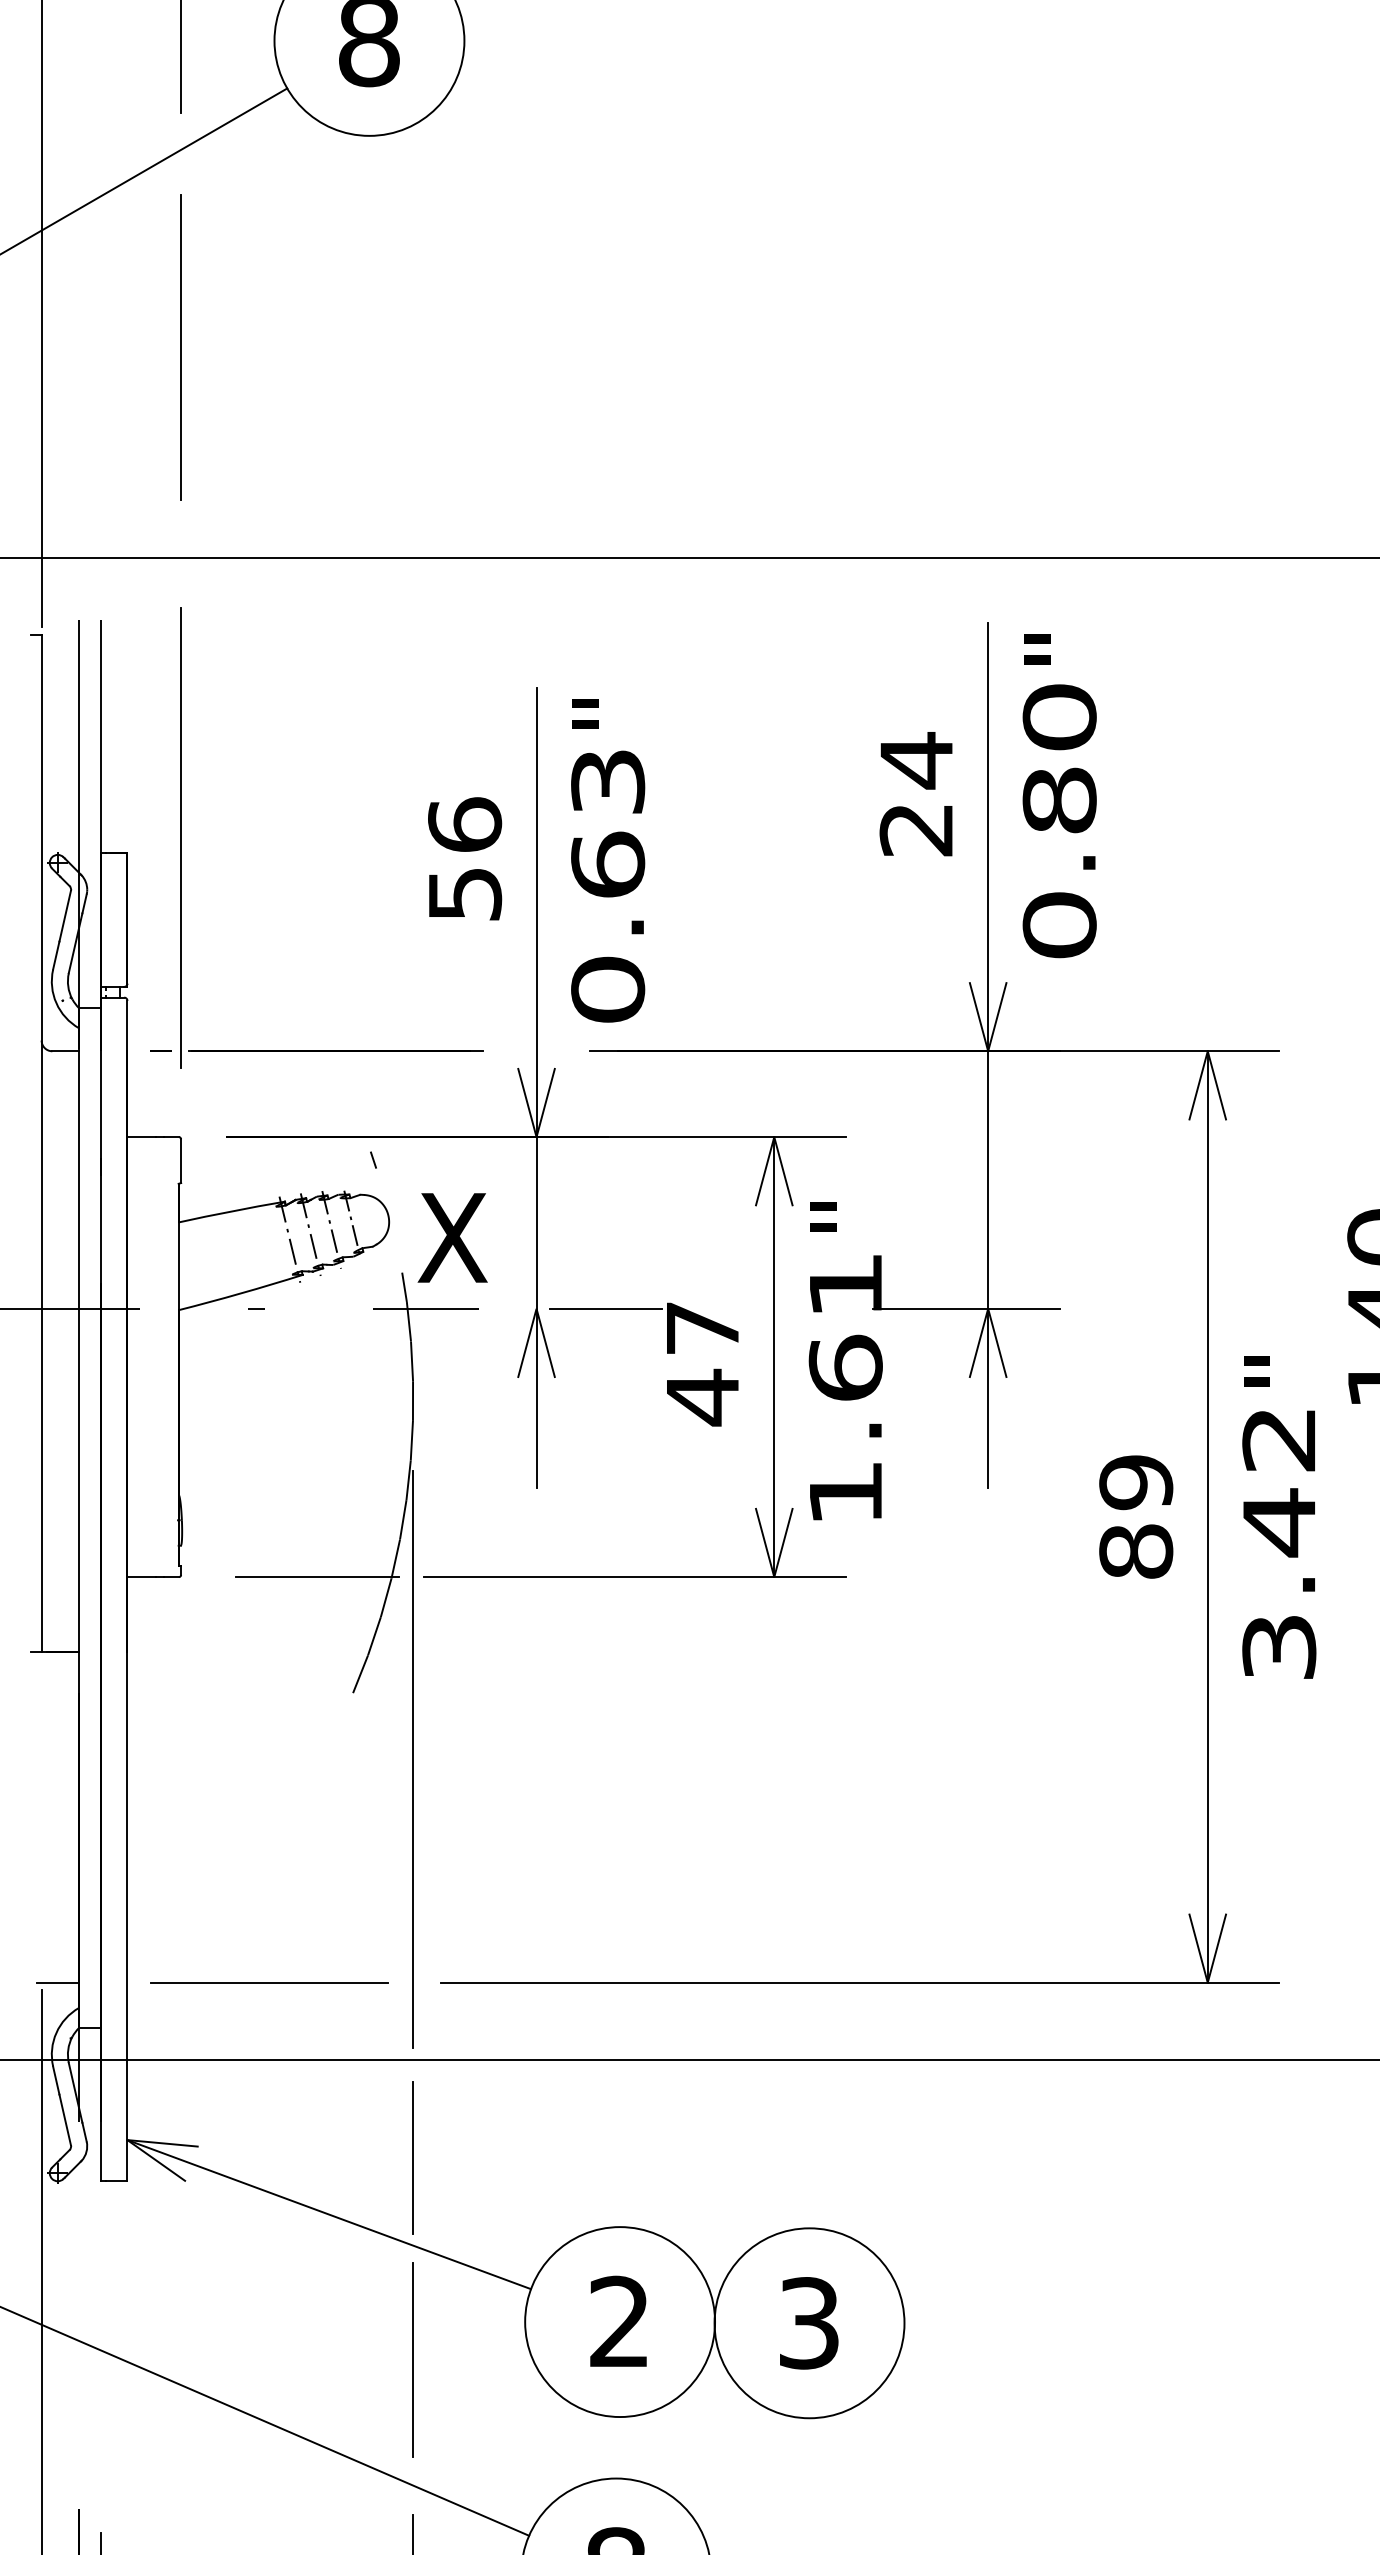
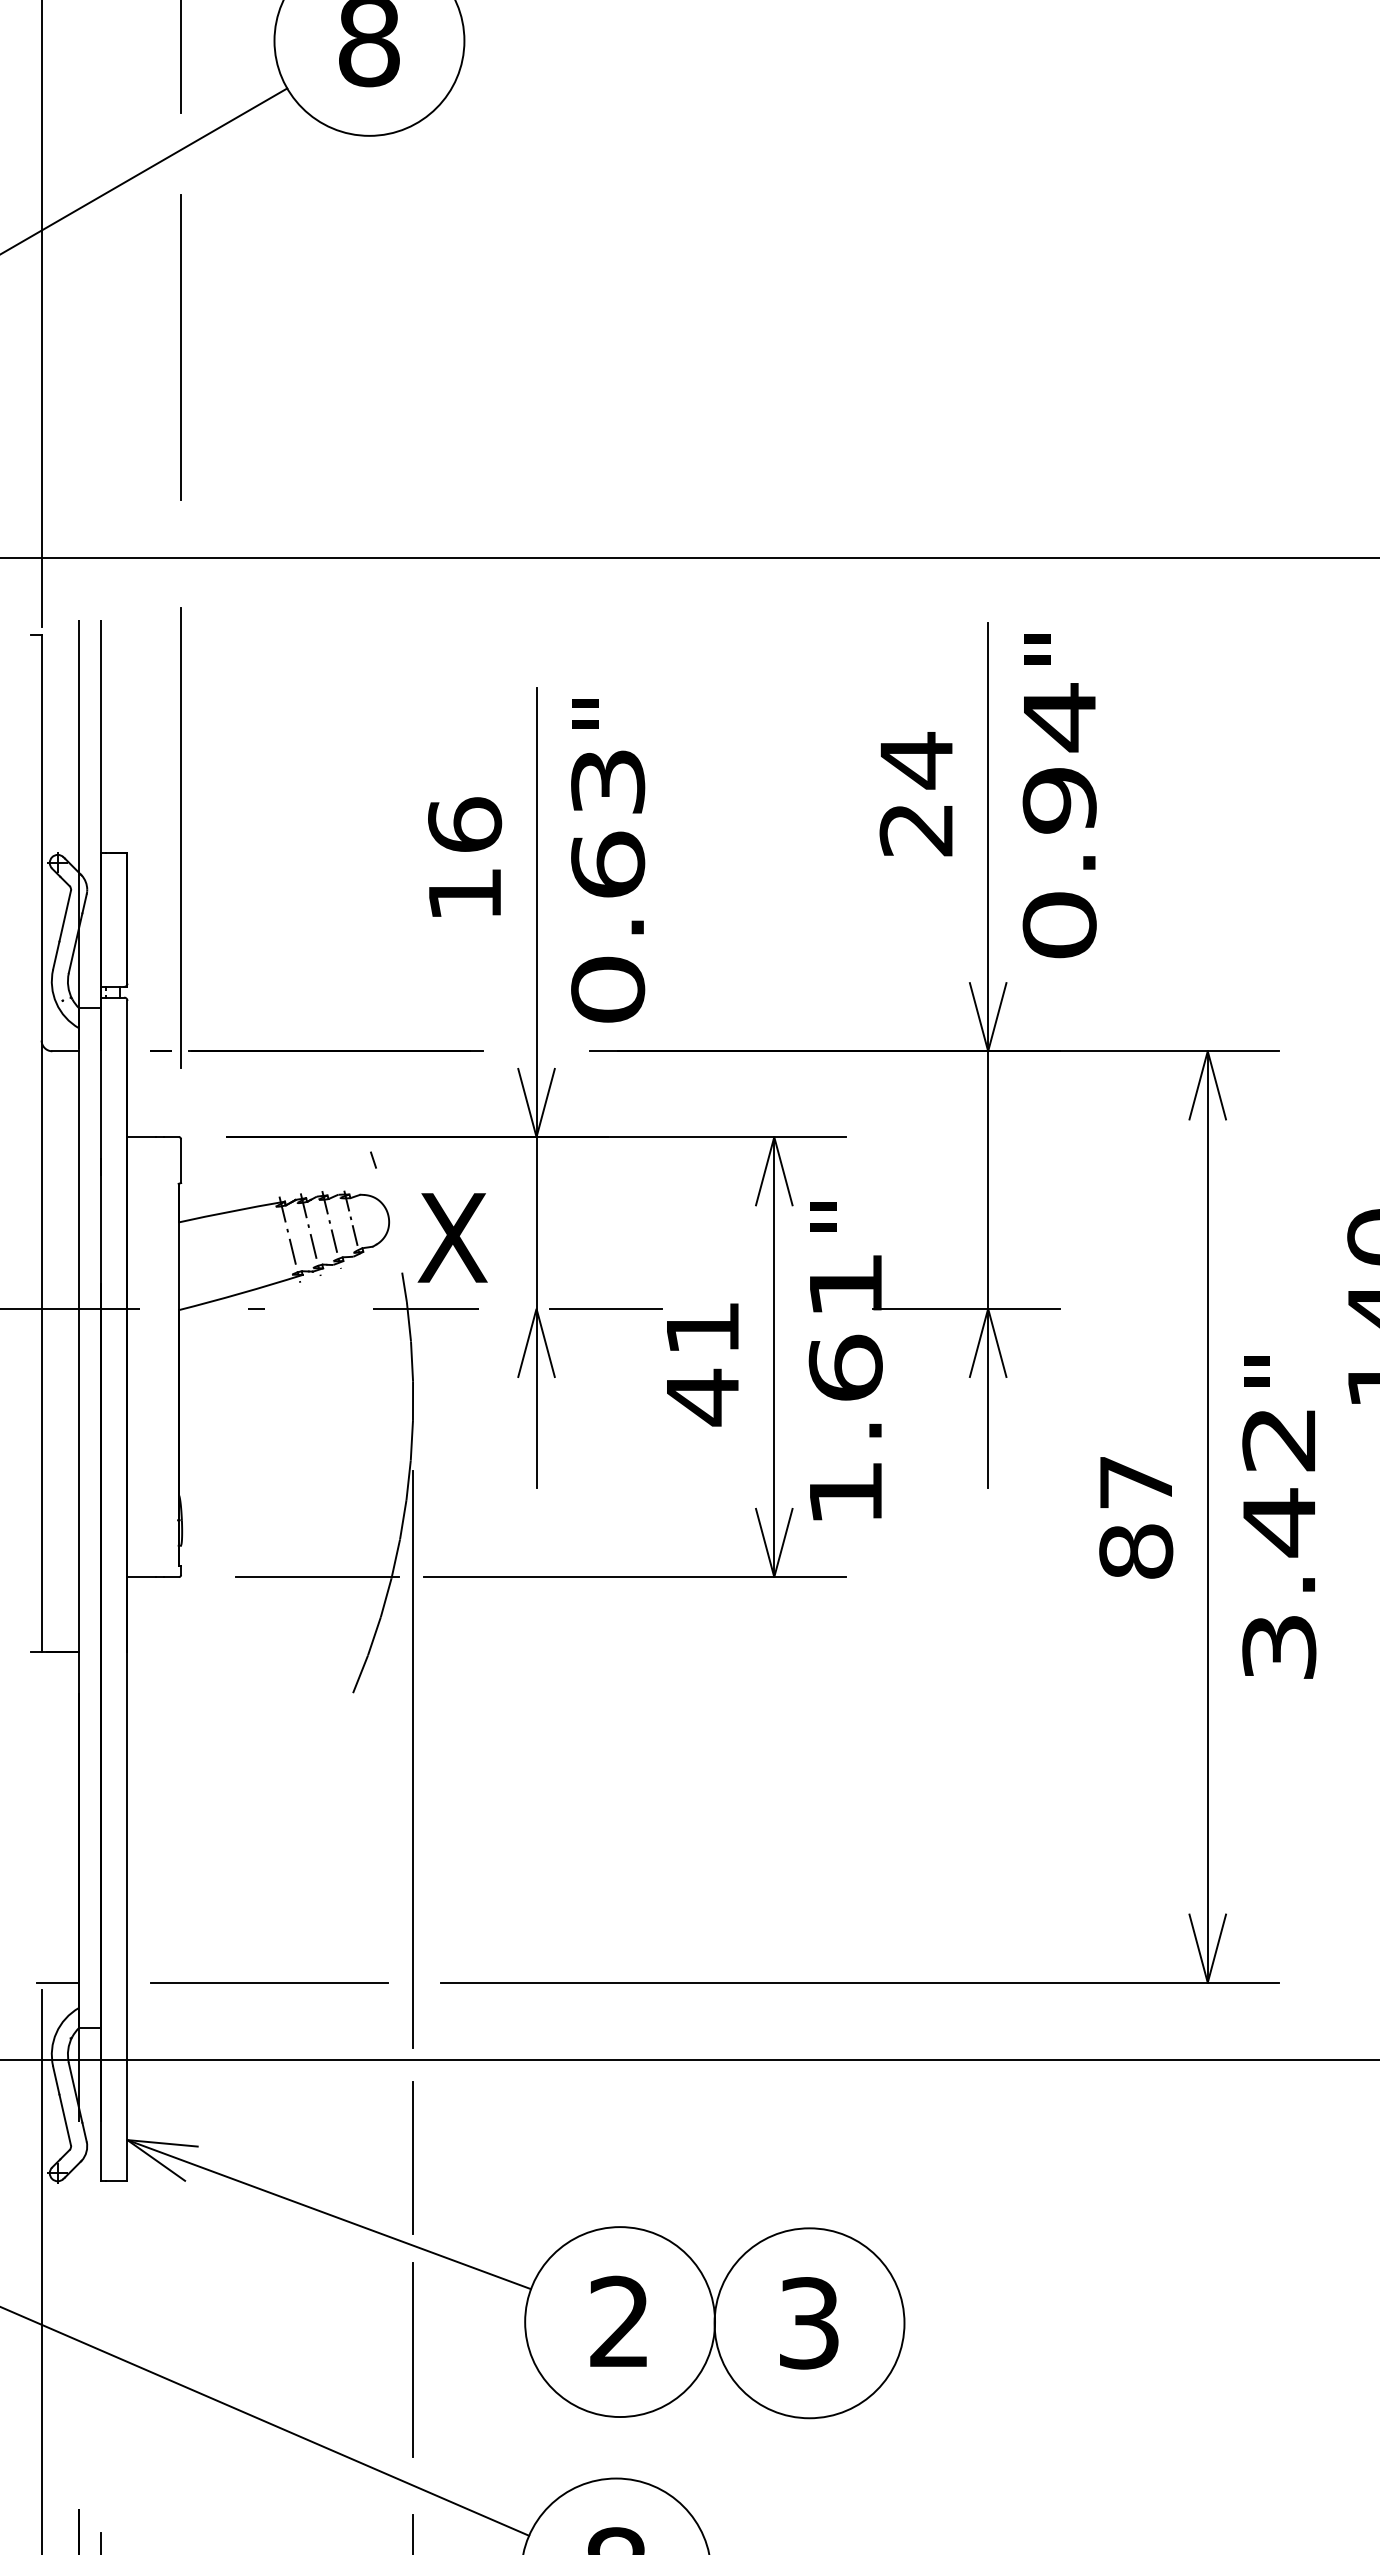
text at (1059, 758): 0.80 -> 0.94
text at (465, 894): 56 -> 16
text at (702, 1327): 47 -> 41
text at (1136, 1482): 89 -> 87
